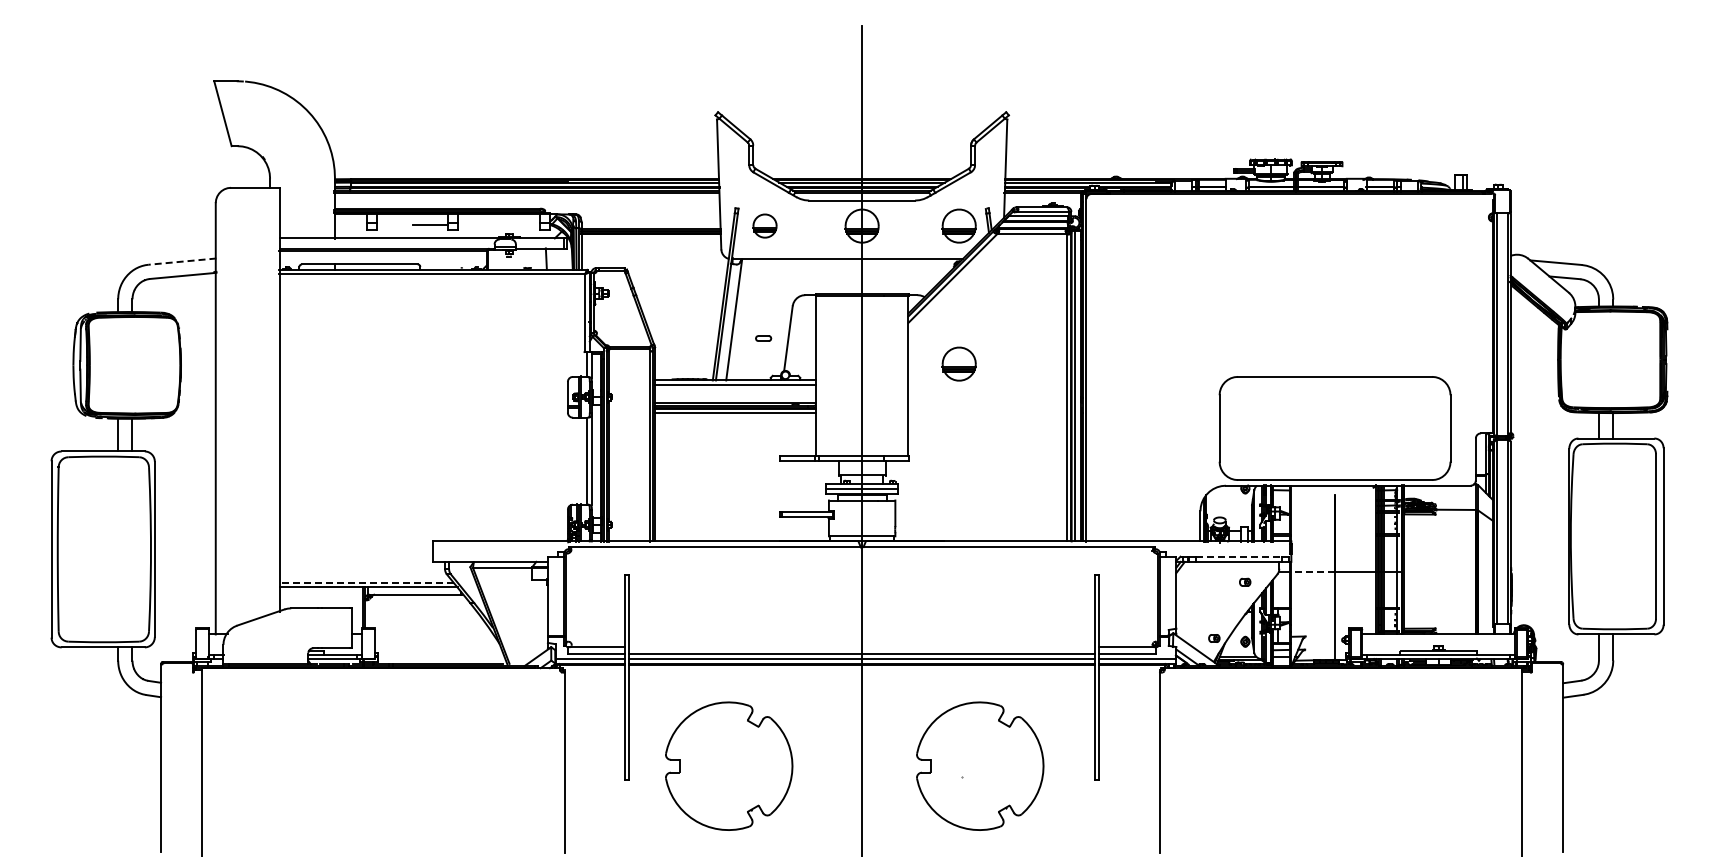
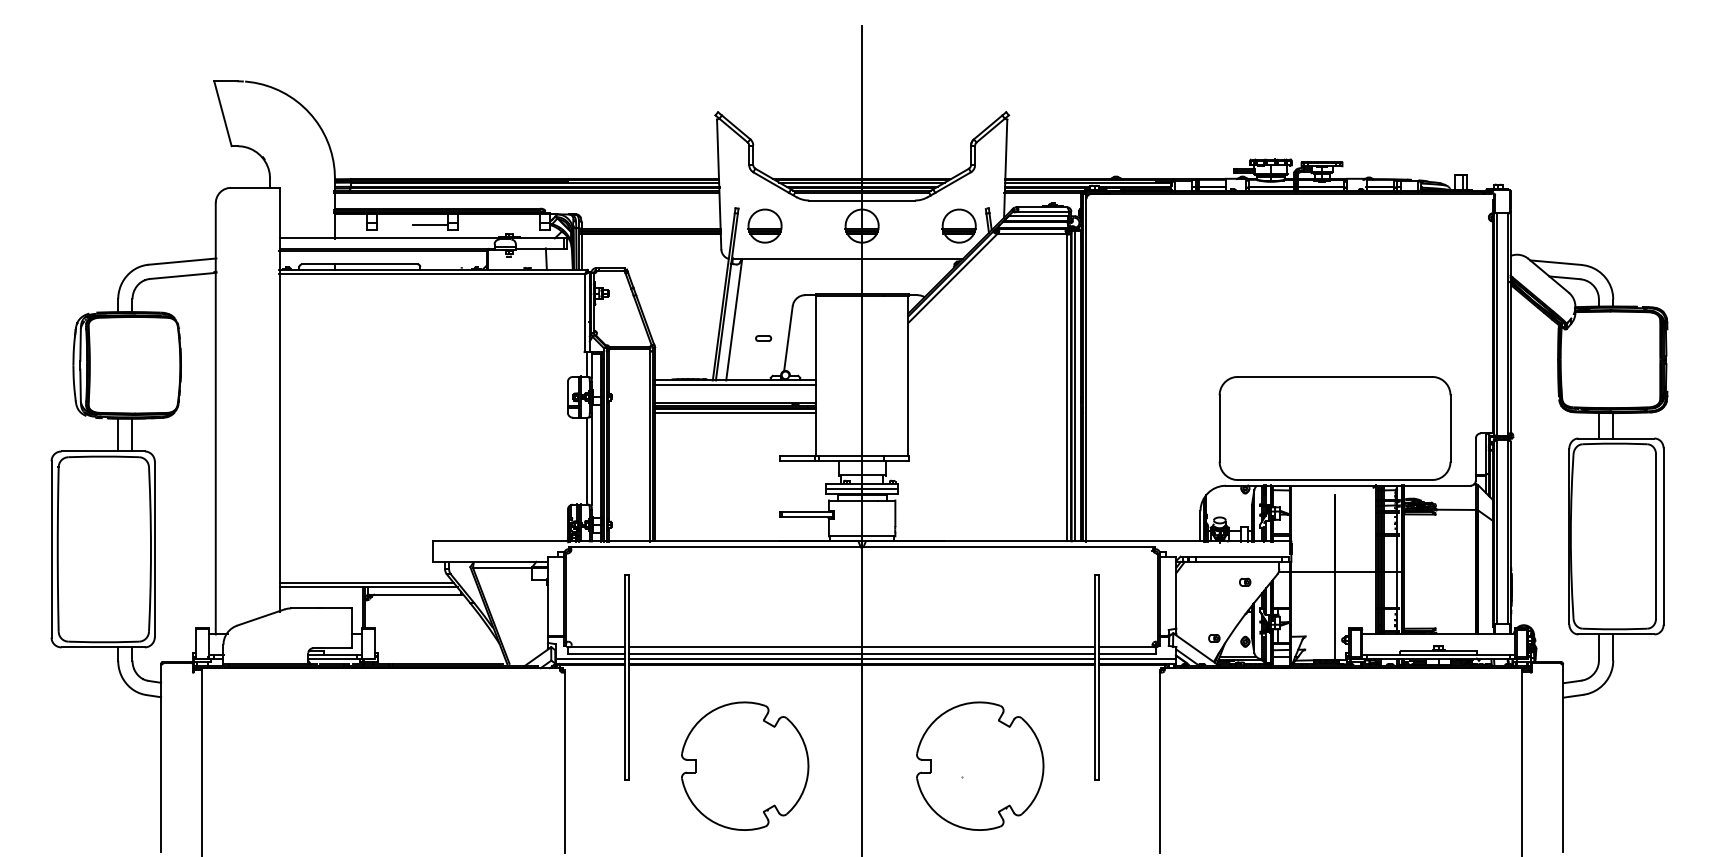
part at (764, 225) size: 26x26 px -> 36x36 px
line at (182, 261): dashed -> solid
part at (958, 363): present -> none
line at (1239, 556): dashed -> solid
line at (1313, 571): dashed -> solid
line at (366, 582): dashed -> solid
line at (862, 647): none -> present
part at (729, 765) position: (729, 765) -> (745, 765)
